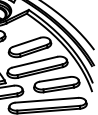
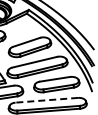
line at (46, 100): solid -> dashed
